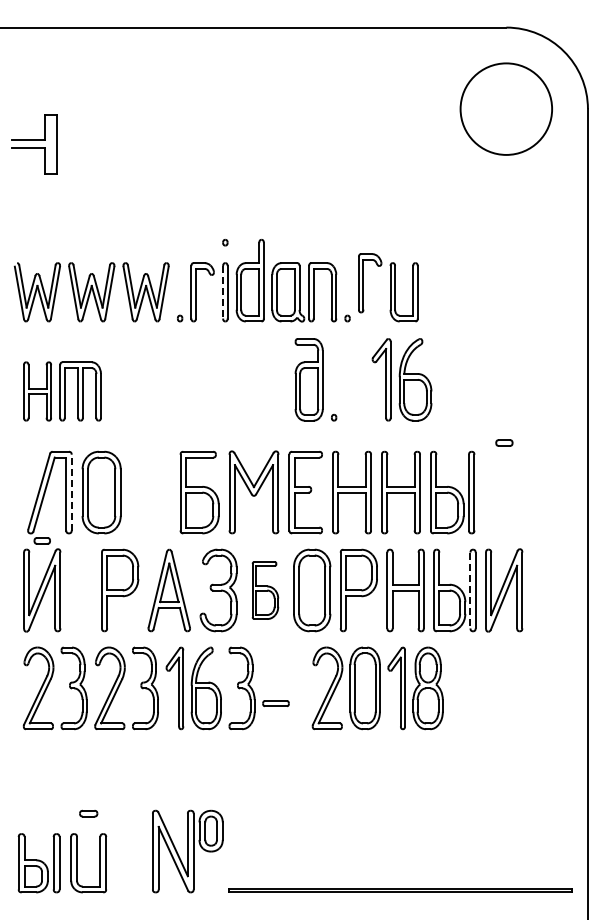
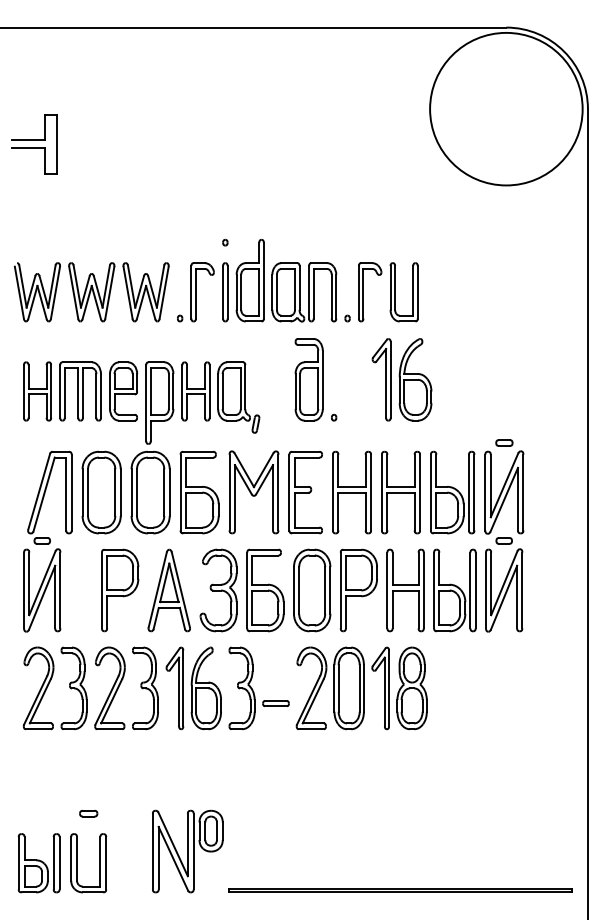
circle at (506, 108) diameter: 92 px -> 153 px
part at (363, 283) position: (363, 283) -> (363, 292)
line at (223, 292): dashed -> solid
part at (167, 458): none -> present
line at (71, 492): dashed -> solid
part at (504, 497): none -> present
part at (265, 590) size: 29x59 px -> 39x85 px
line at (470, 590): dashed -> solid
part at (377, 688) position: (377, 688) -> (361, 688)
